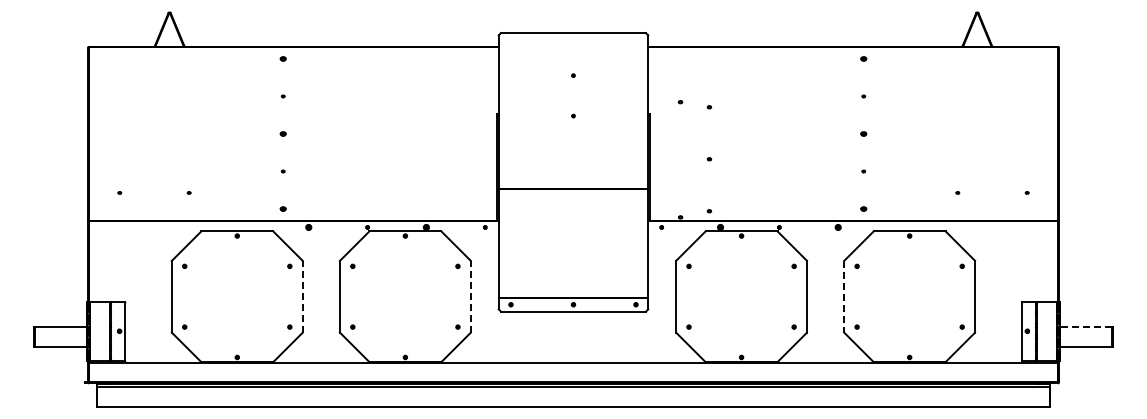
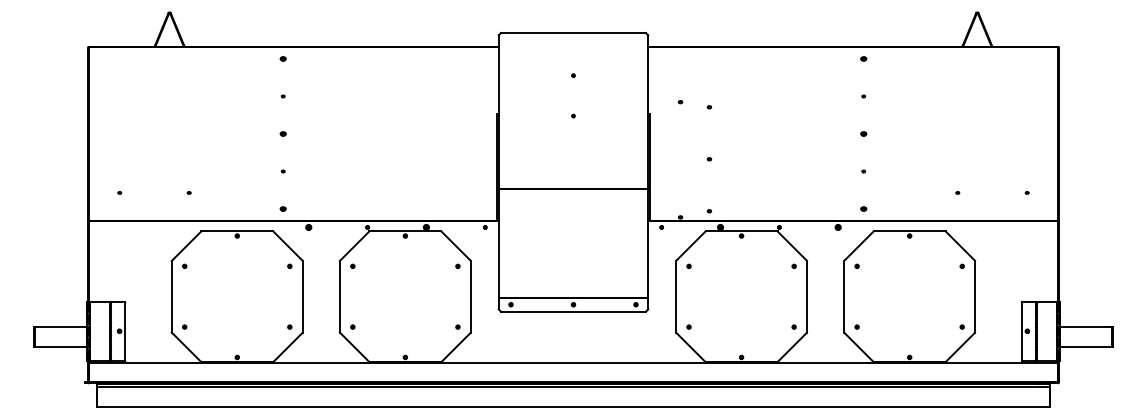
line at (302, 296): dashed -> solid
line at (470, 296): dashed -> solid
line at (844, 296): dashed -> solid
line at (1085, 326): dashed -> solid
